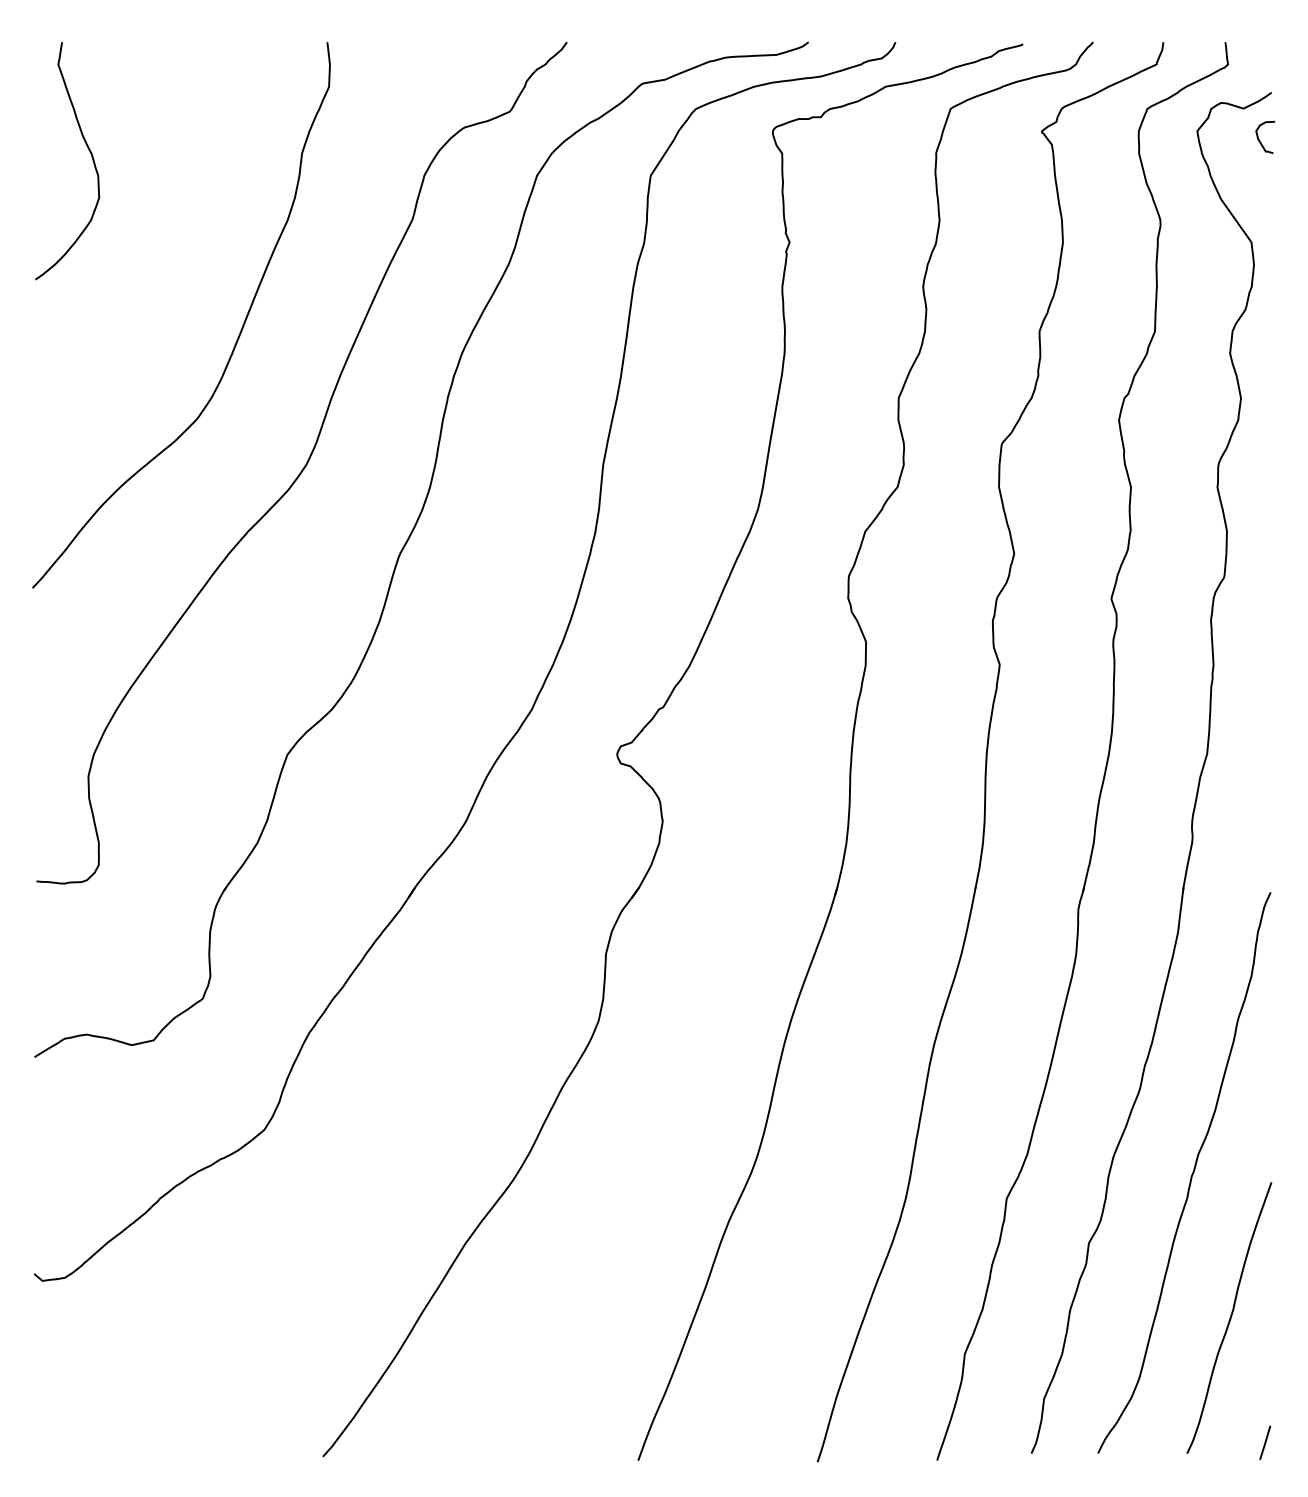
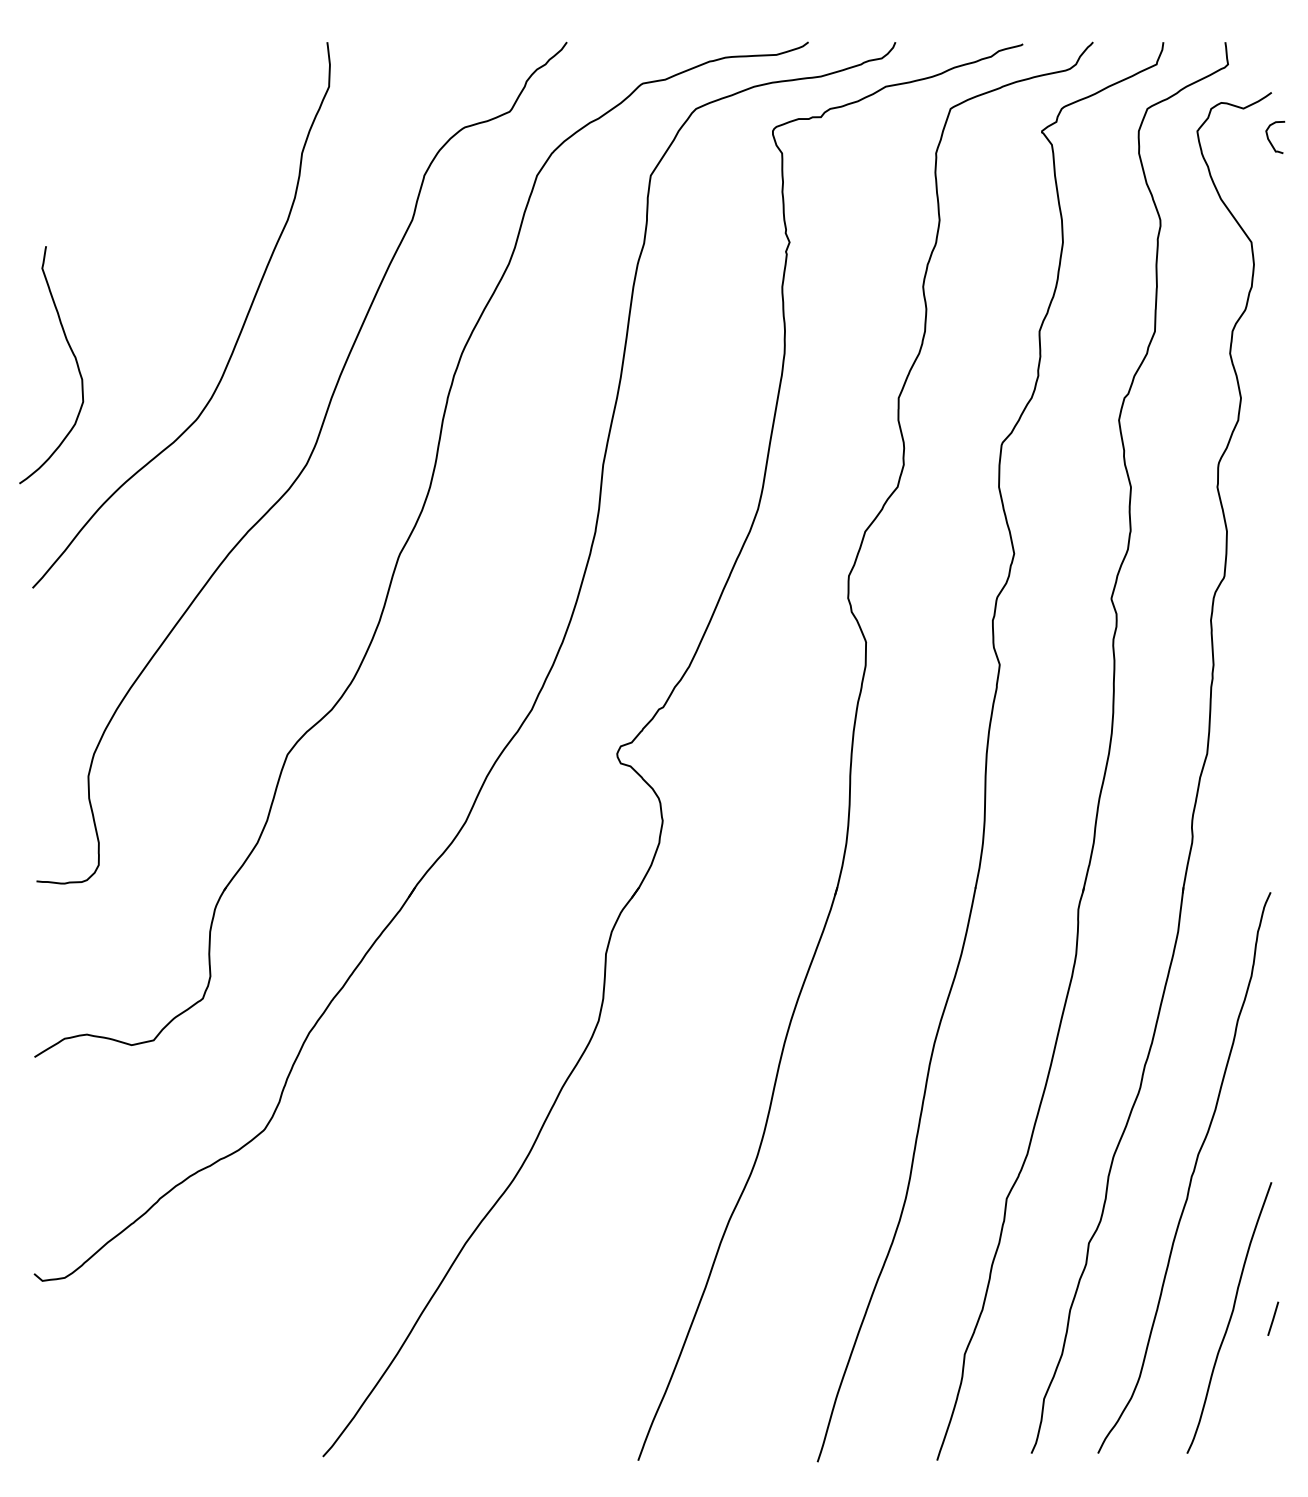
curve at (1260, 140) position: (1260, 140) -> (1270, 140)
curve at (88, 150) position: (88, 150) -> (72, 354)
line at (1265, 1442) position: (1265, 1442) -> (1273, 1318)
